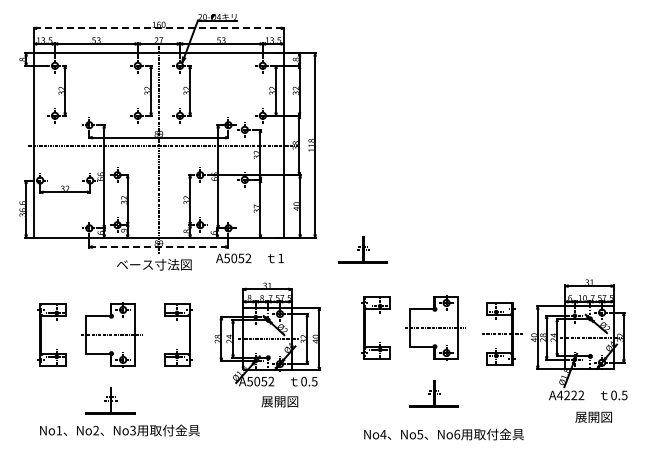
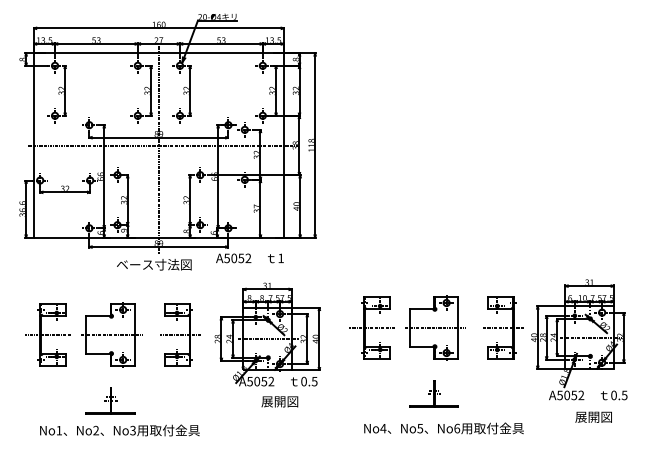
line at (158, 28): dashed -> solid
line at (158, 247): dashed -> solid
part at (362, 249): present -> none
line at (371, 328): none -> present
part at (502, 333) position: (502, 333) -> (503, 327)
line at (48, 334): none -> present
line at (180, 334): none -> present
text at (566, 395): A4222 -> A5052
text at (443, 434) position: (443, 434) -> (443, 428)
